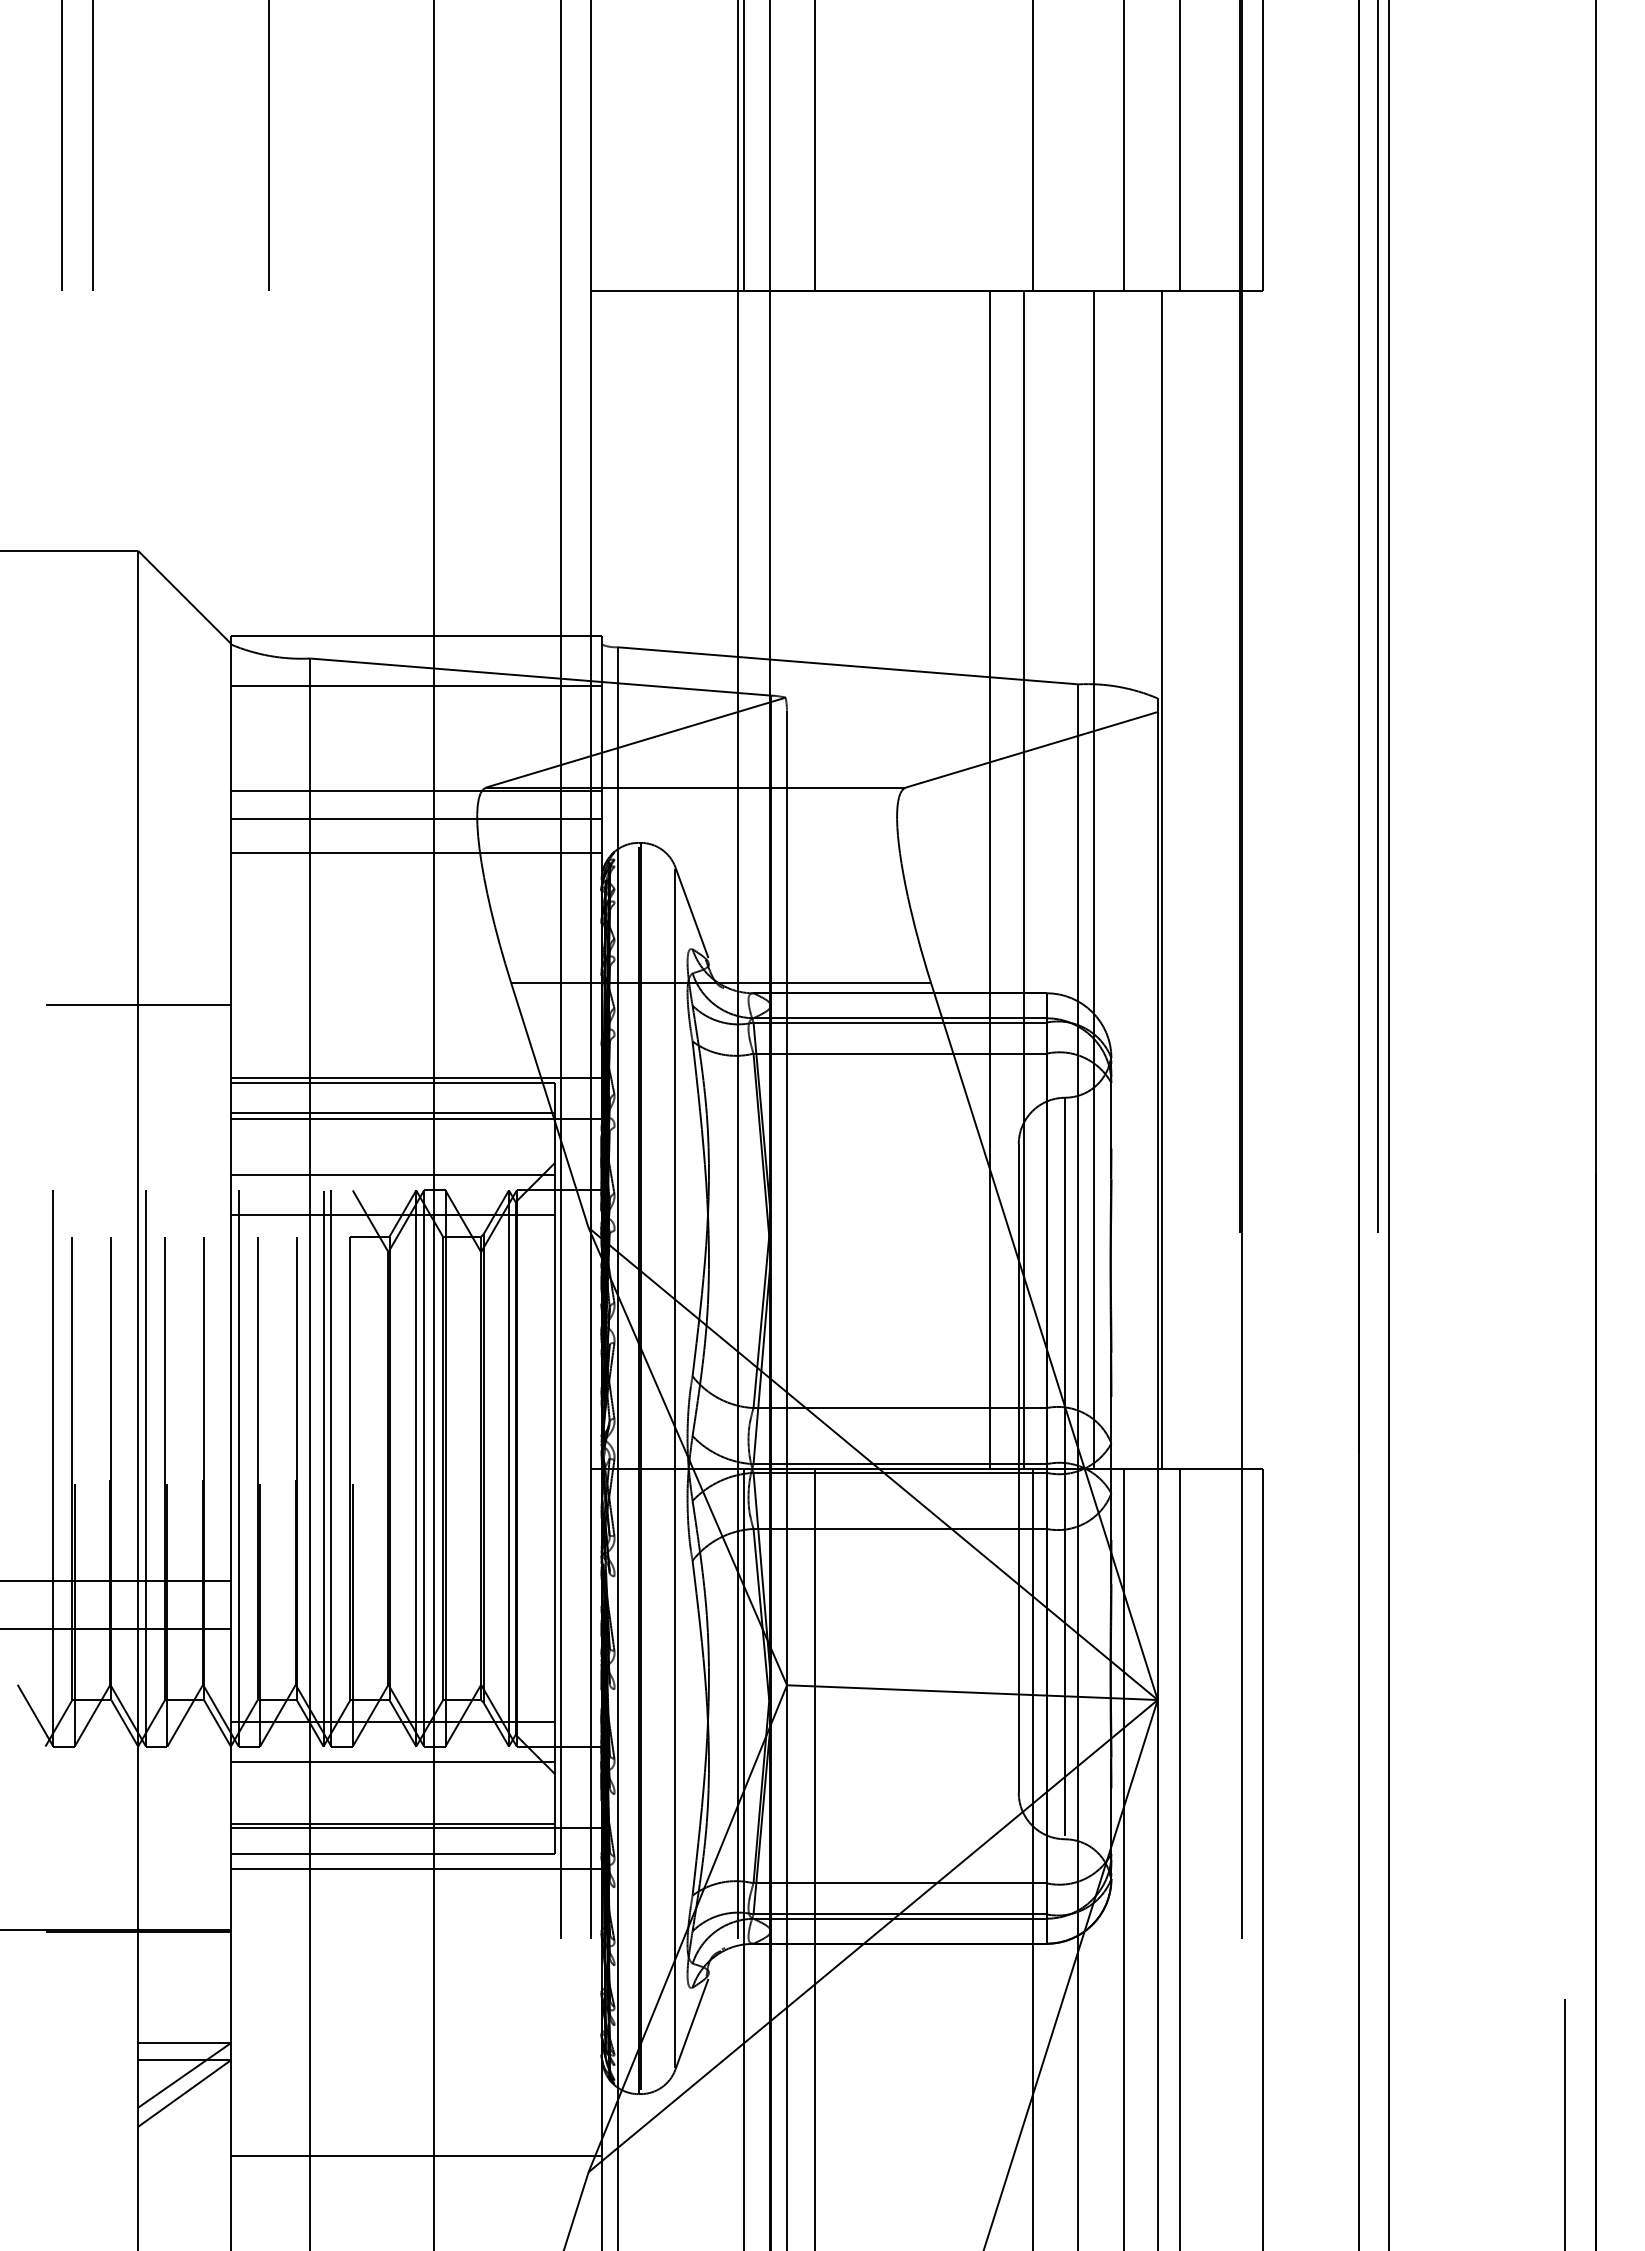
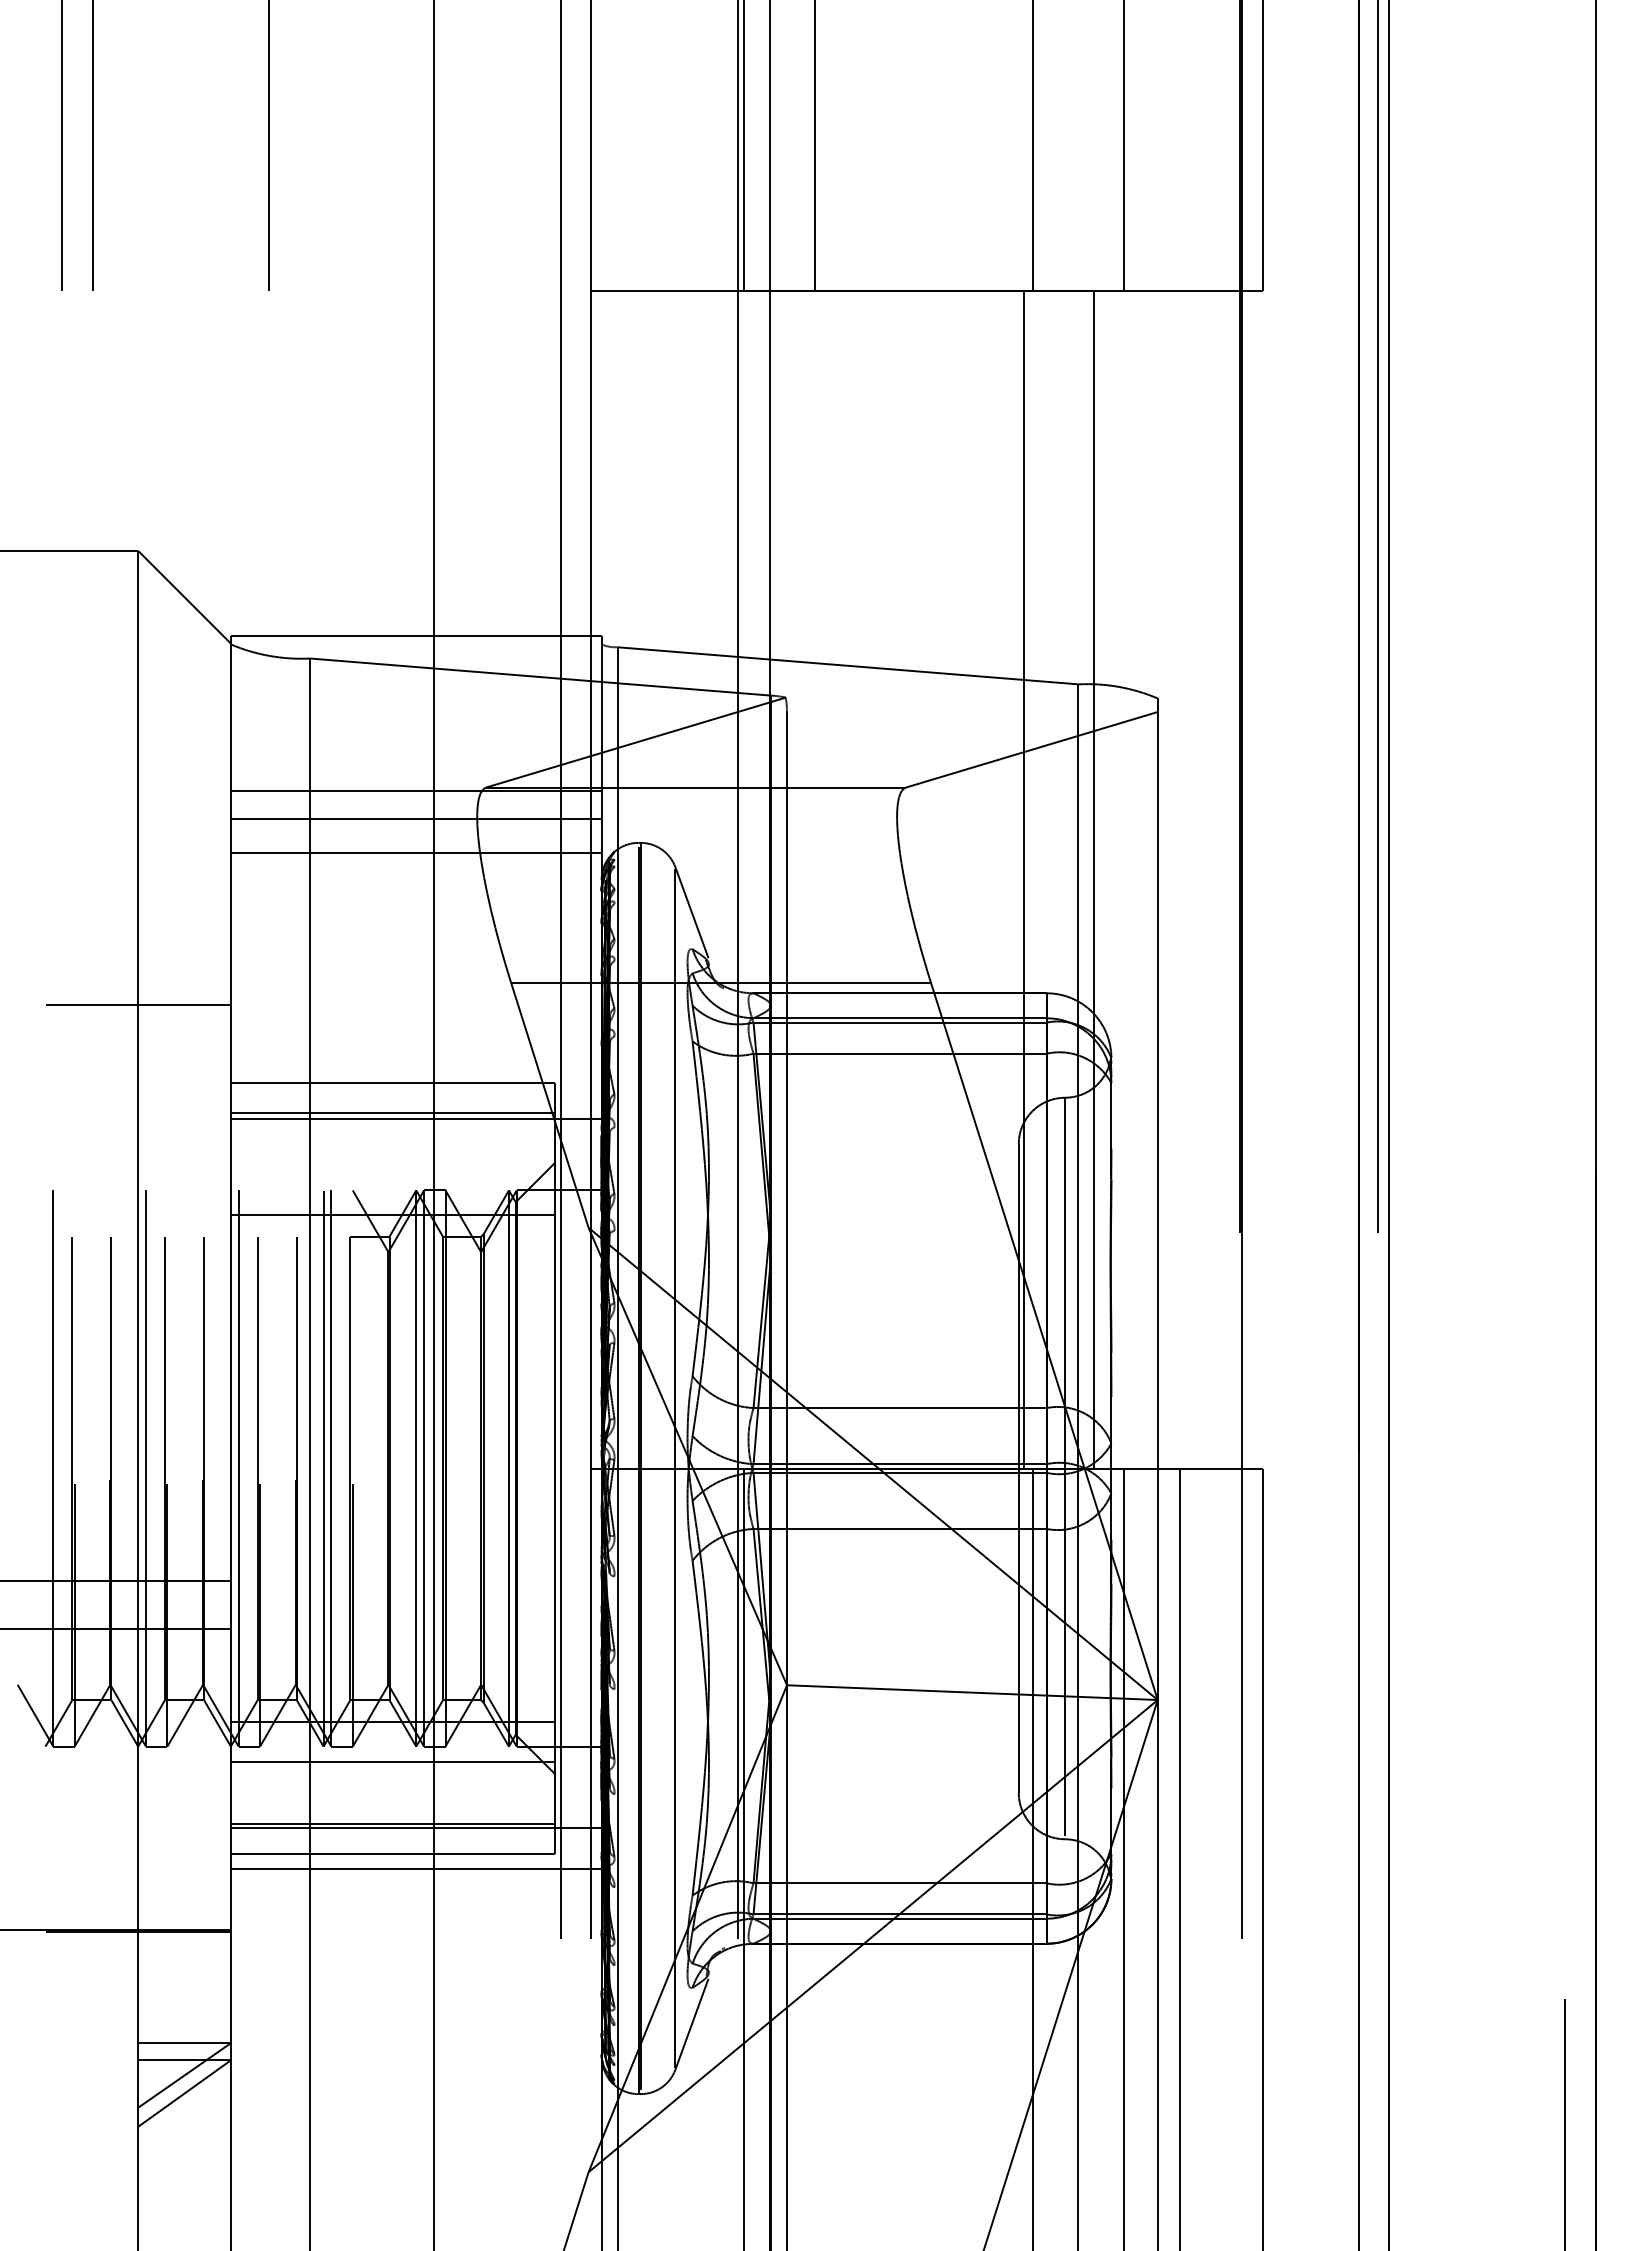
line at (1179, 146): present -> none
line at (415, 685): present -> none
line at (989, 879): present -> none
line at (1162, 879): present -> none
line at (415, 1078): present -> none
line at (392, 1174): present -> none
line at (814, 1857): present -> none
line at (415, 2155): present -> none
